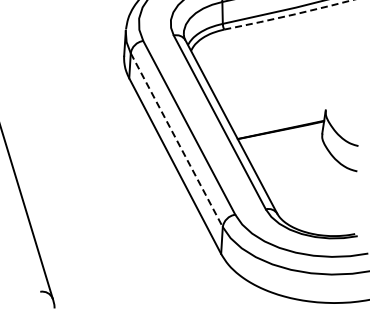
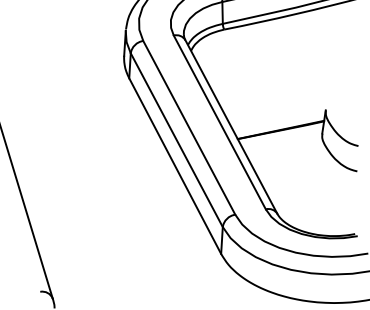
arc at (288, 15): dashed -> solid
line at (177, 140): dashed -> solid
